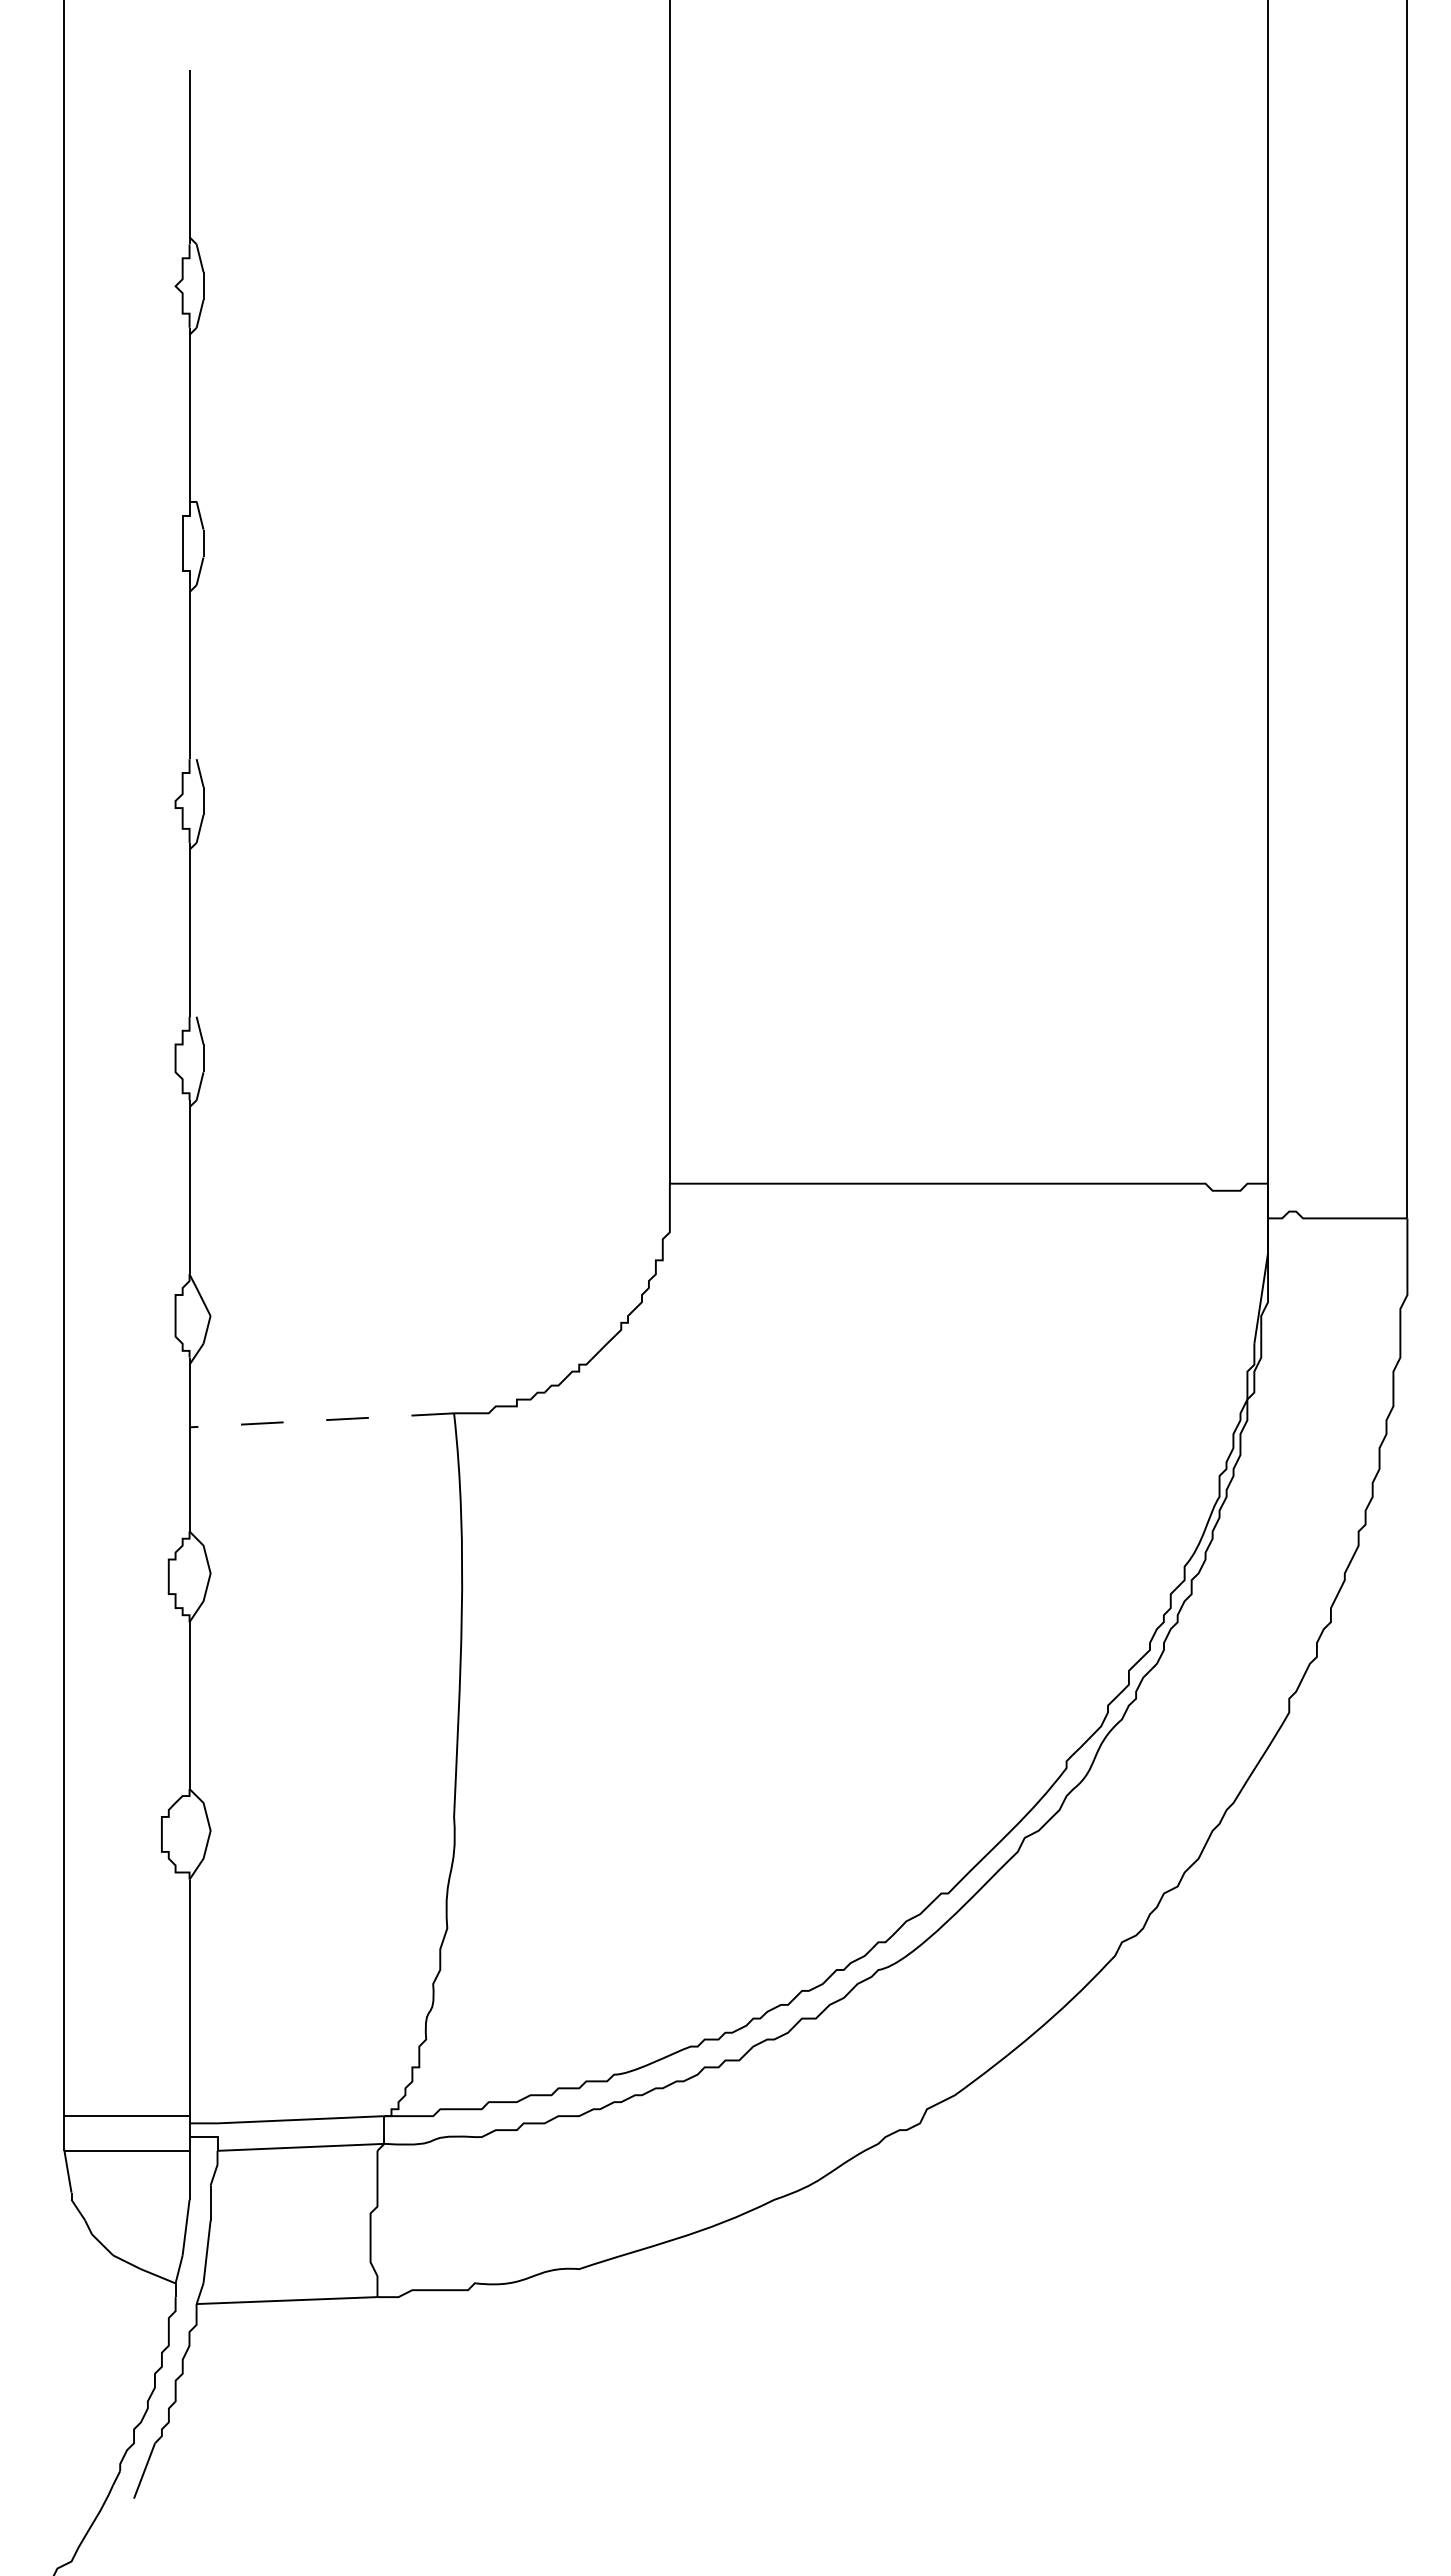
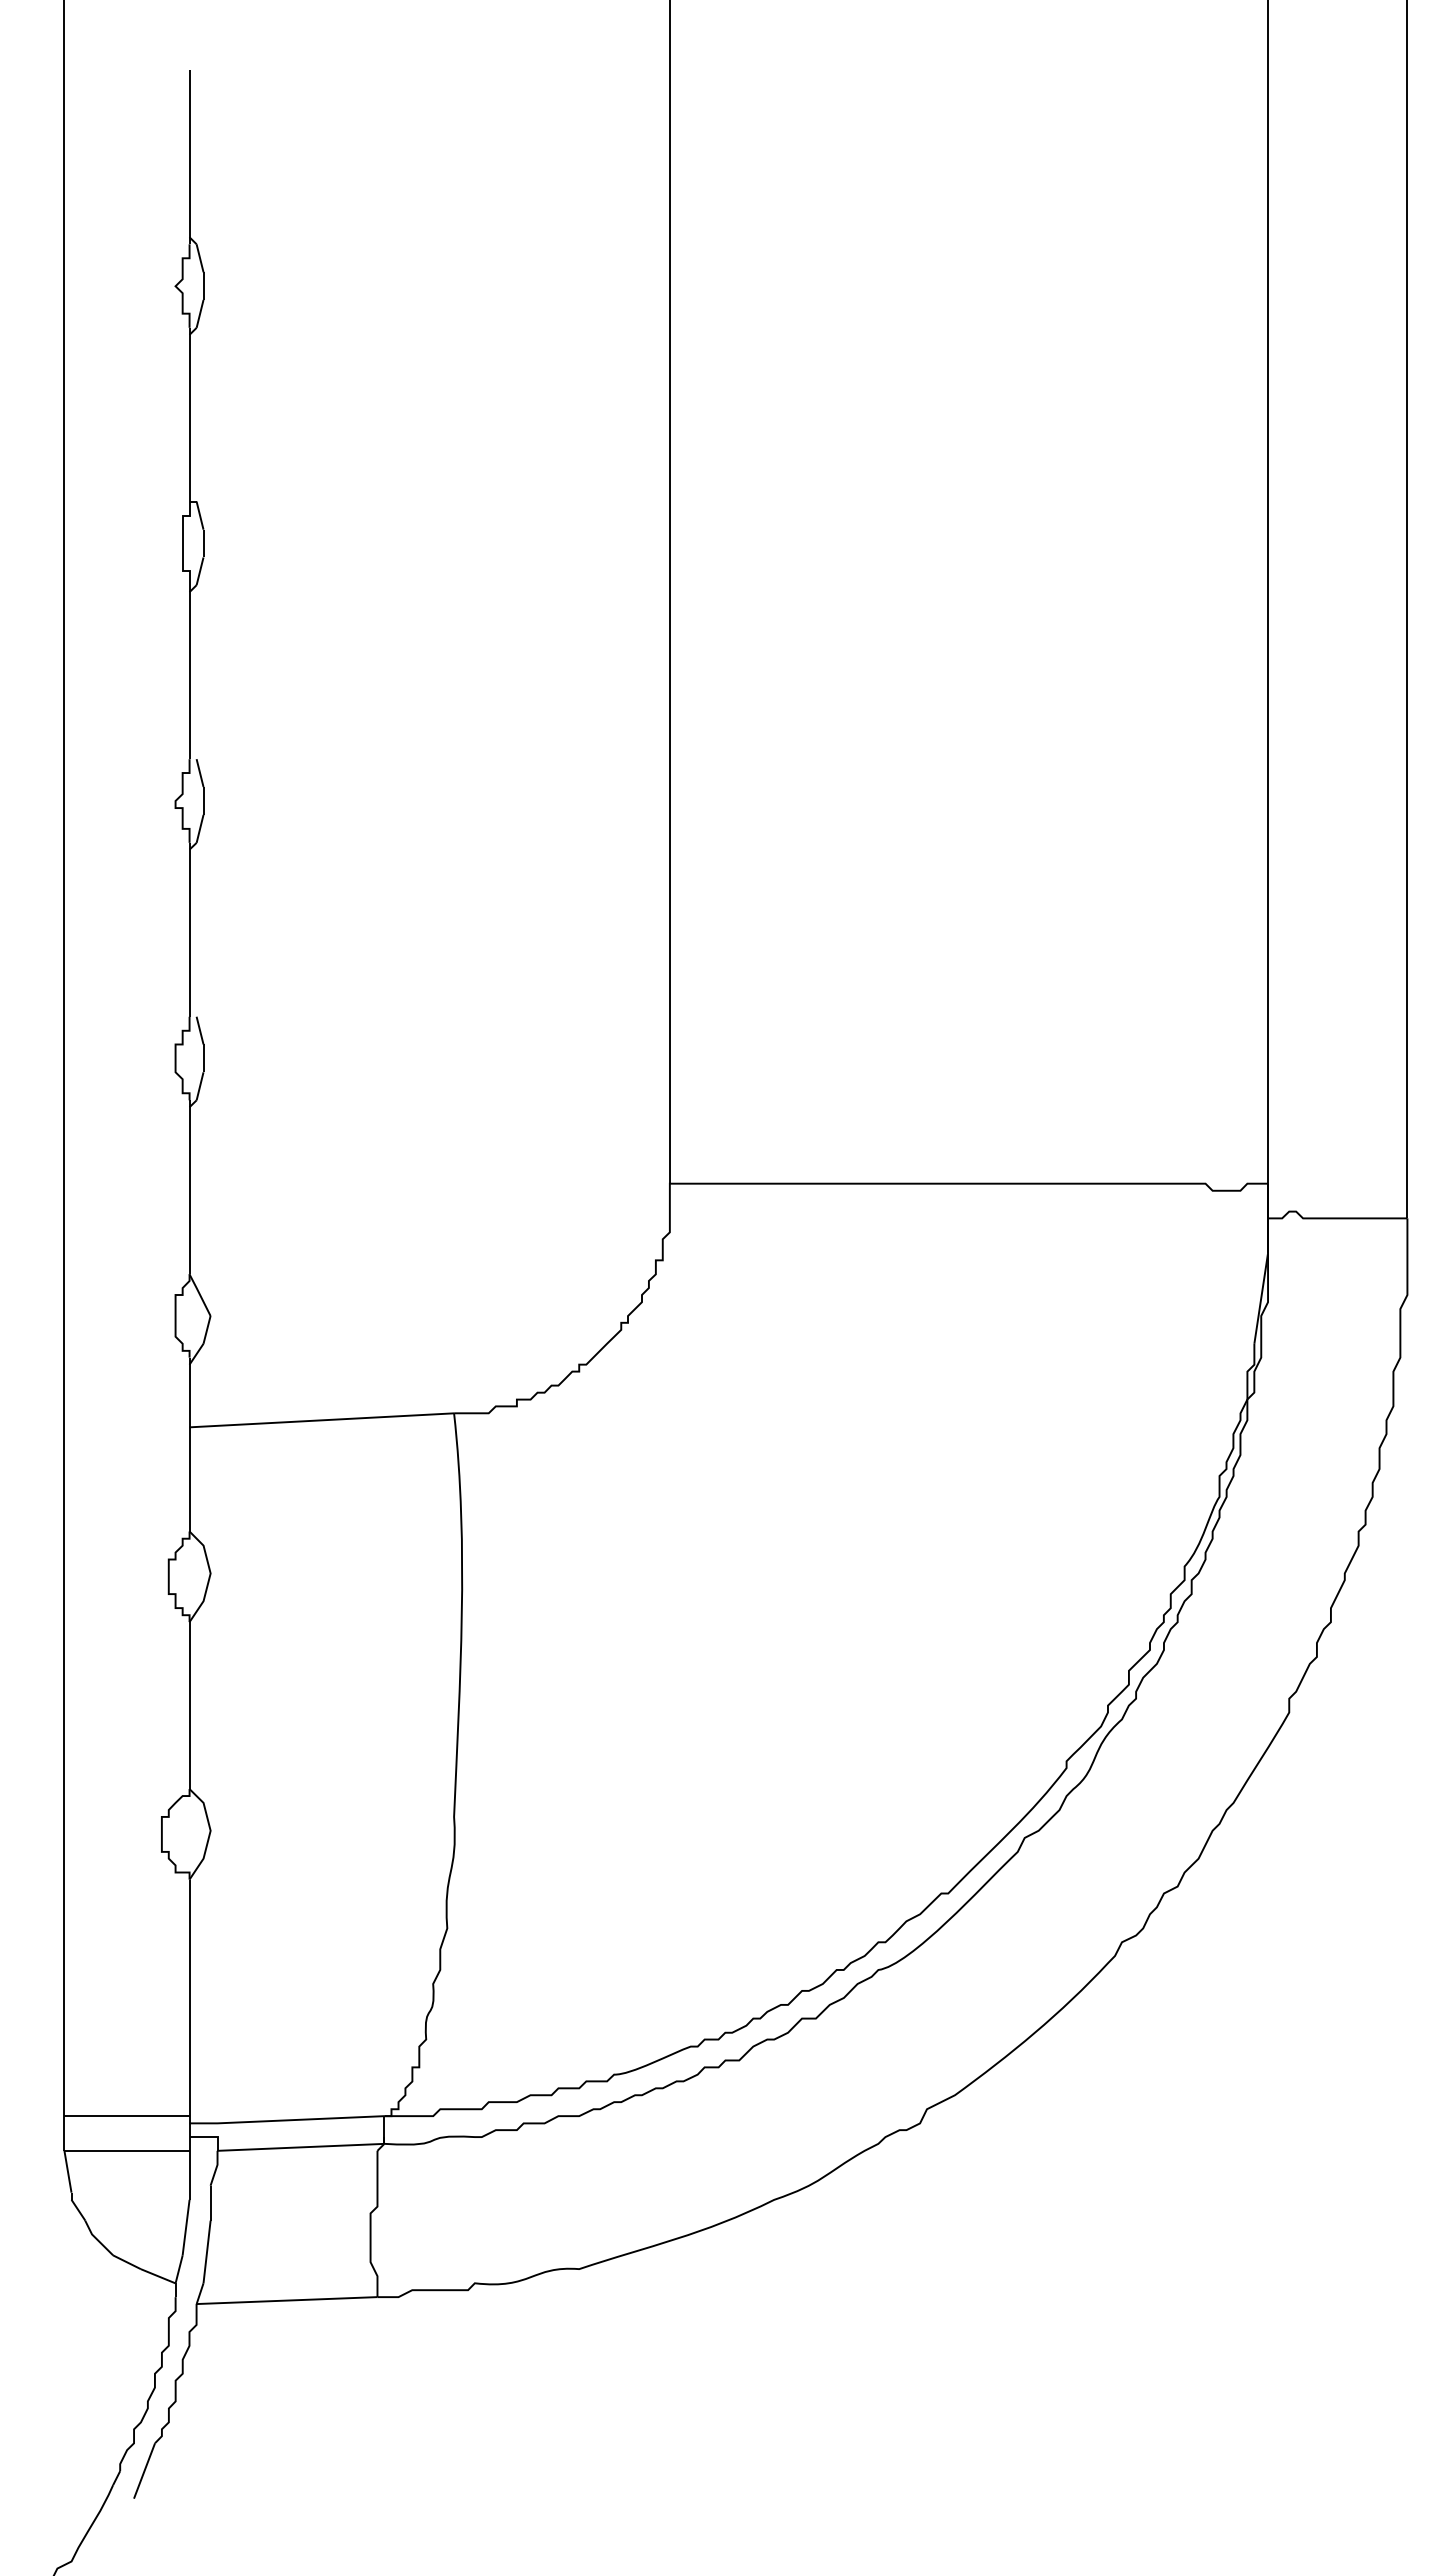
line at (321, 1420): dashed -> solid
